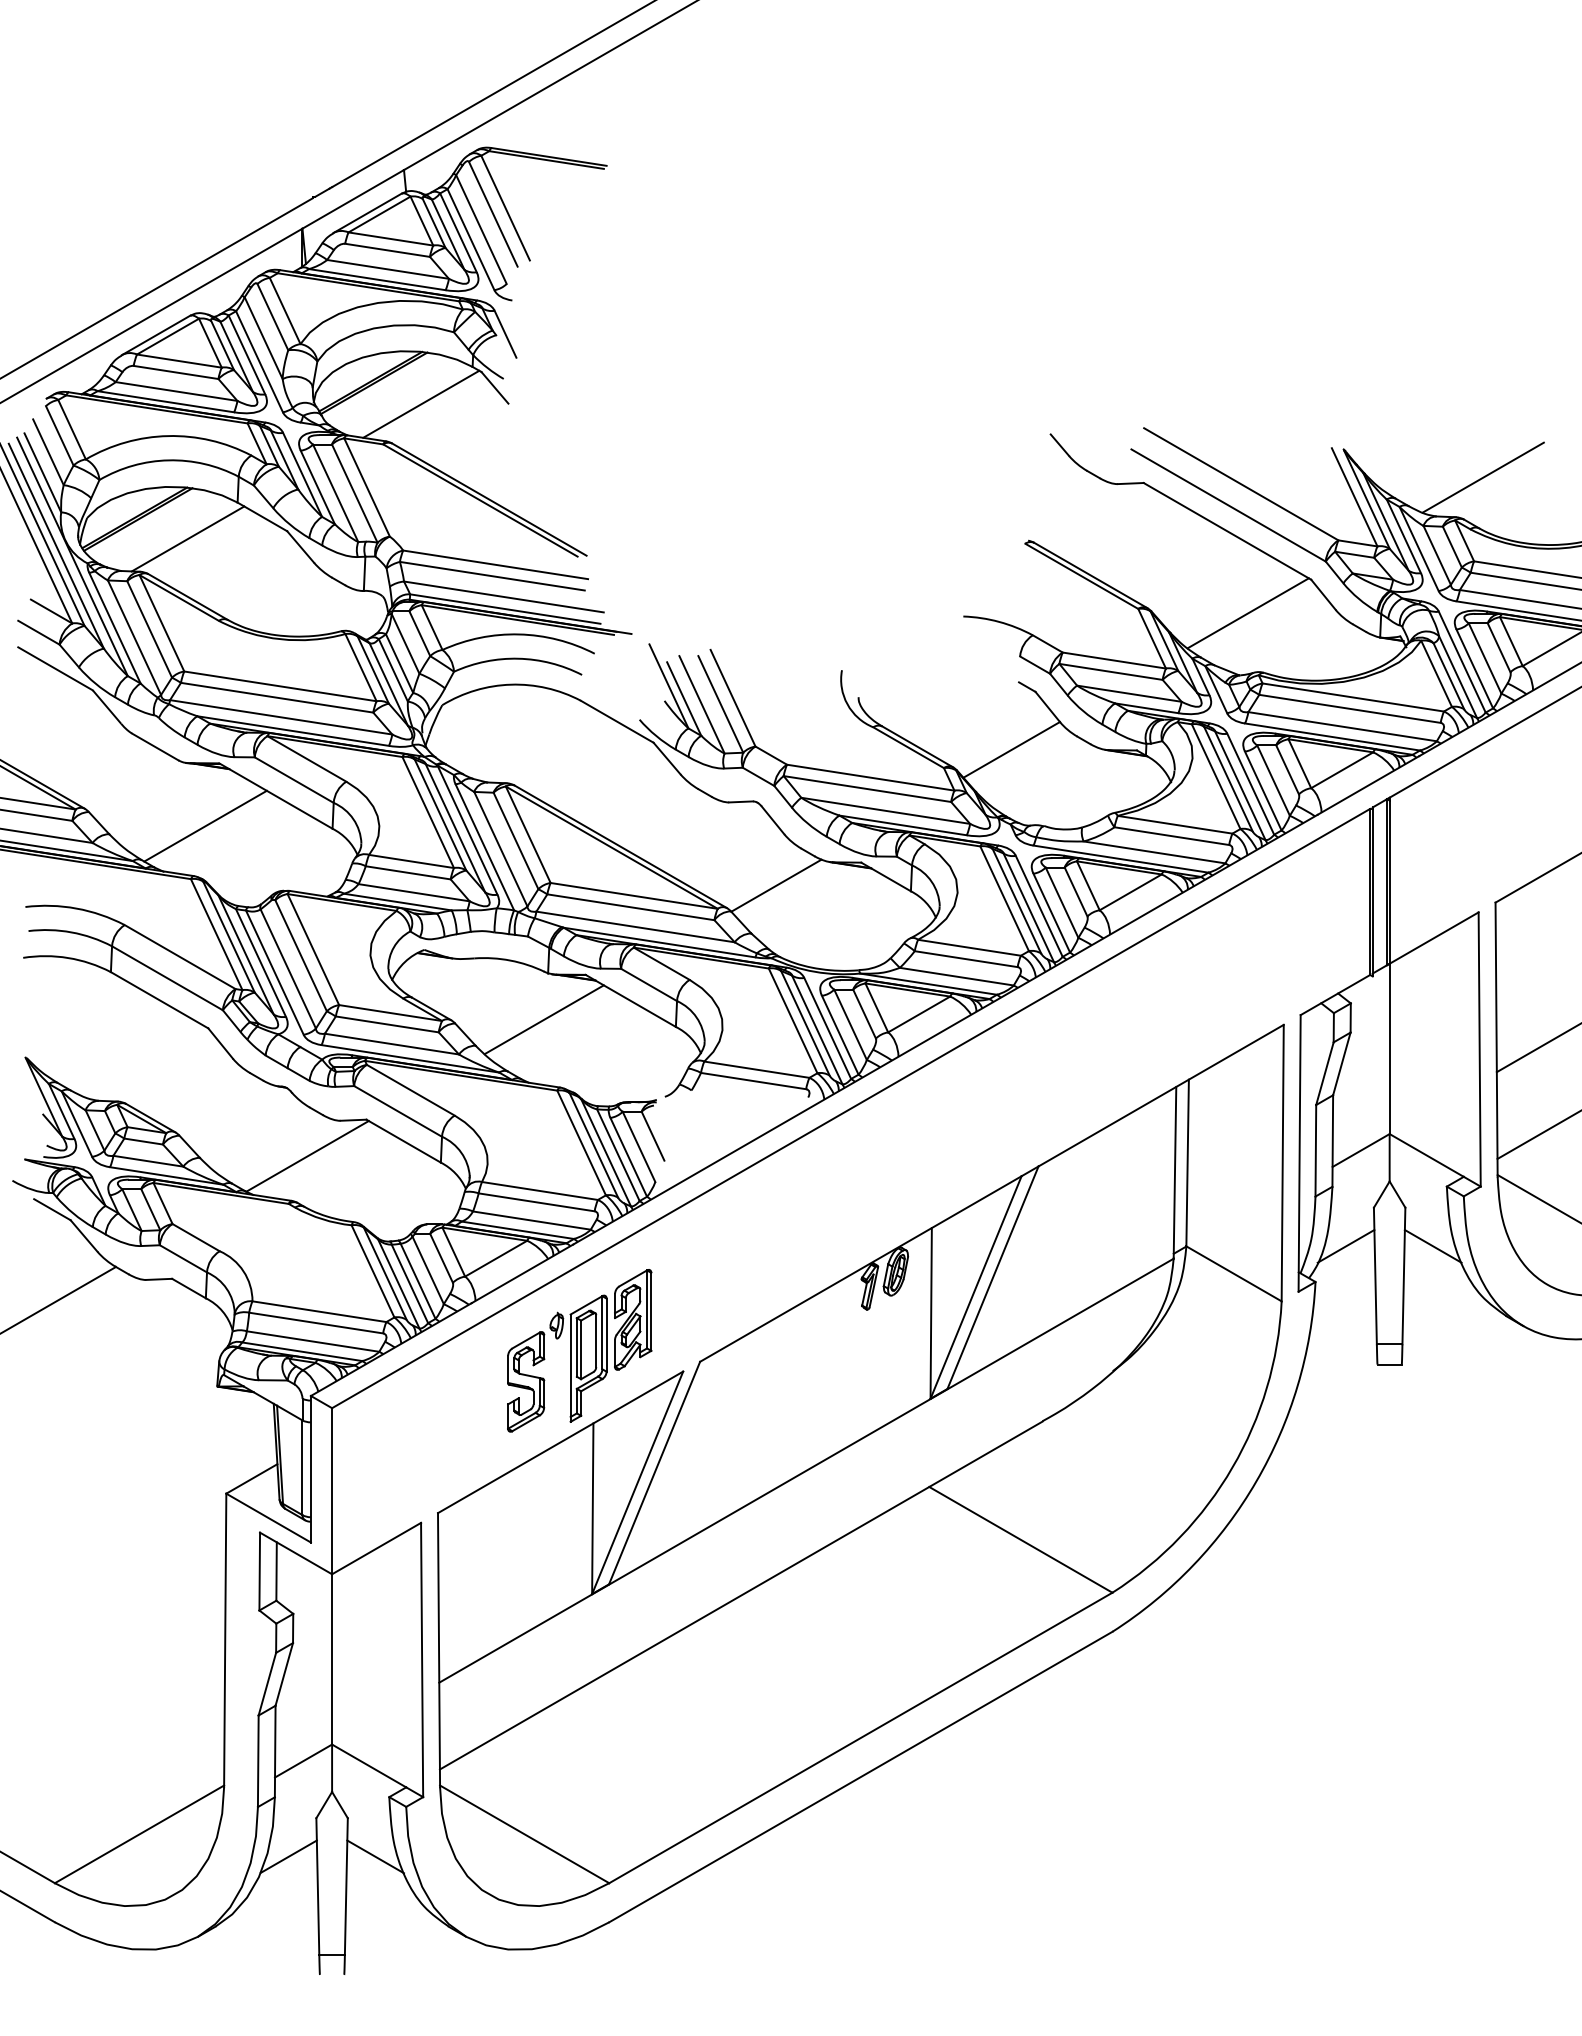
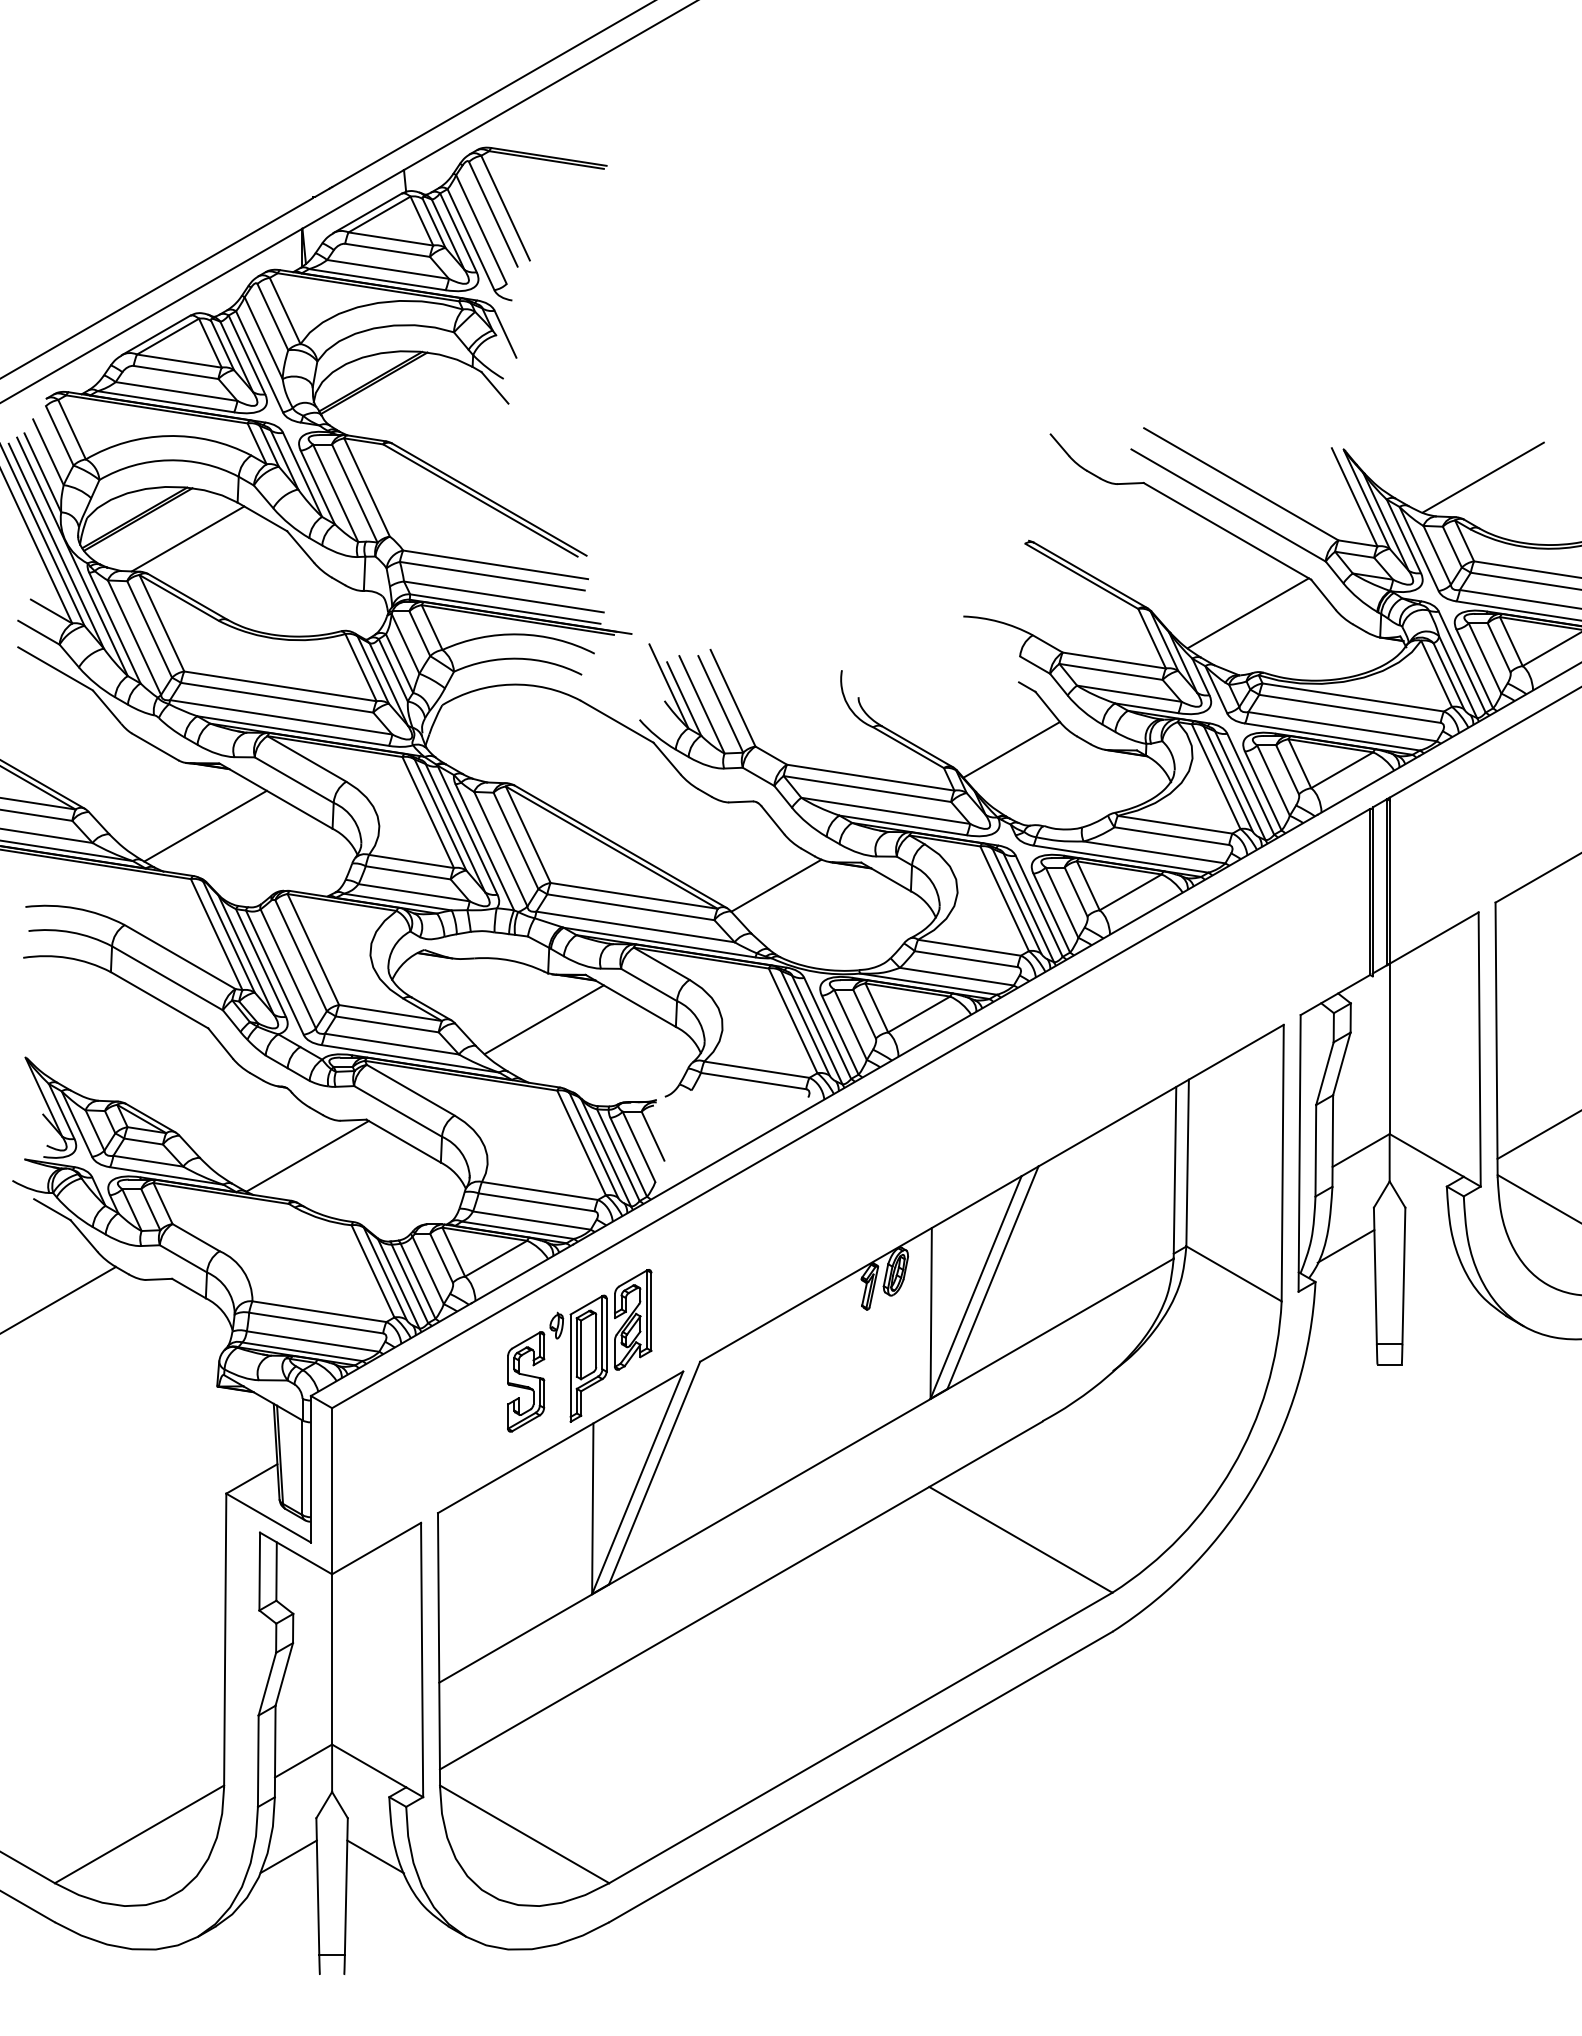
line at (421, 403): present -> none
line at (1537, 1048): present -> none
line at (1432, 1246): present -> none
